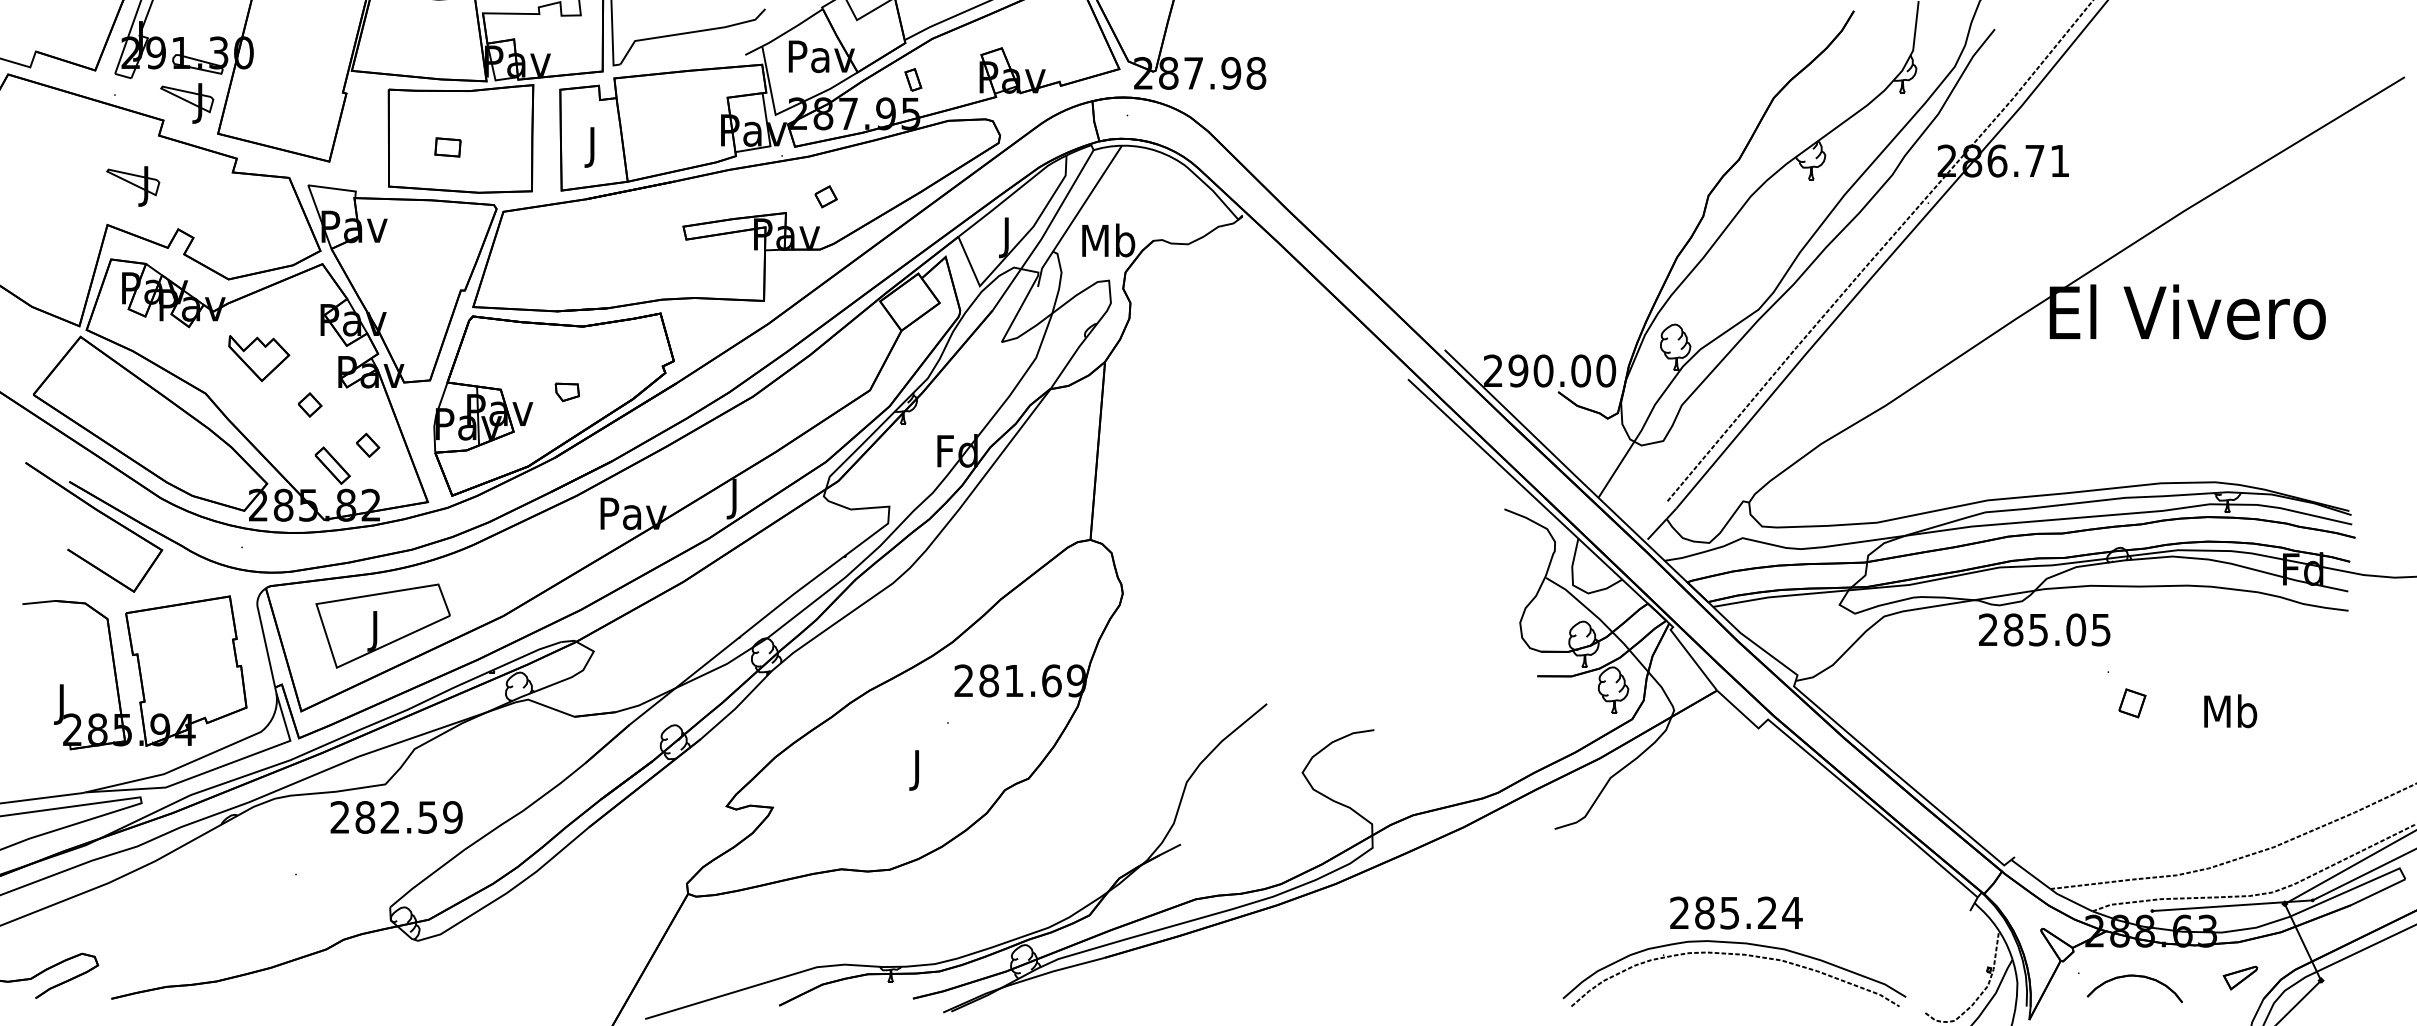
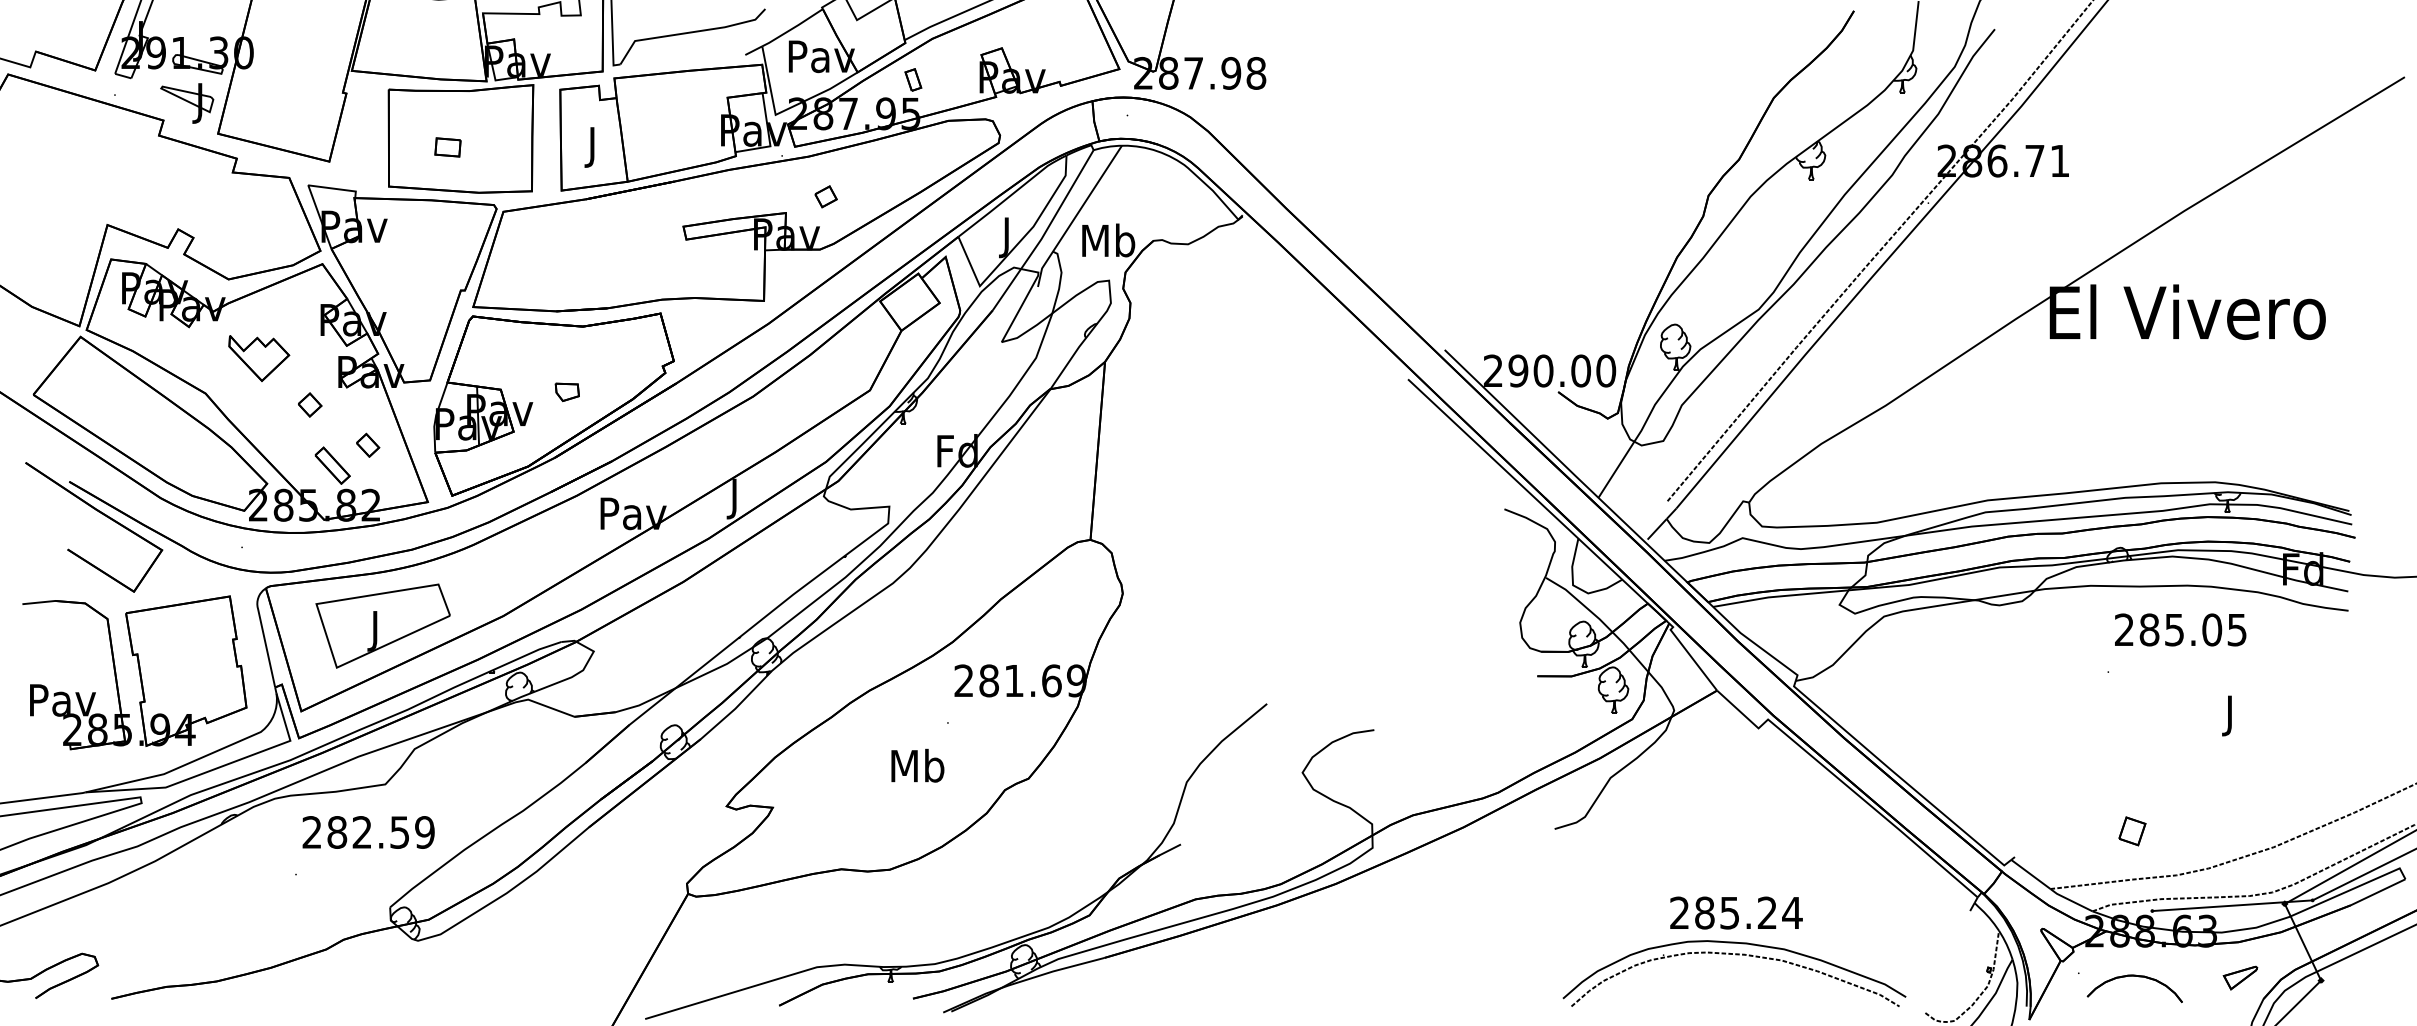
part at (133, 186): present -> none
text at (2044, 629) position: (2044, 629) -> (2180, 629)
part at (2132, 703) position: (2132, 703) -> (2132, 831)
text at (62, 704): J -> Pav
text at (2230, 715): Mb -> J
text at (917, 769): J -> Mb
text at (396, 817) position: (396, 817) -> (368, 832)
